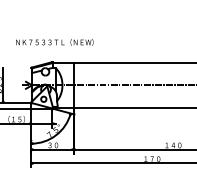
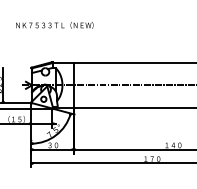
text at (54, 42) position: (54, 42) -> (54, 25)
